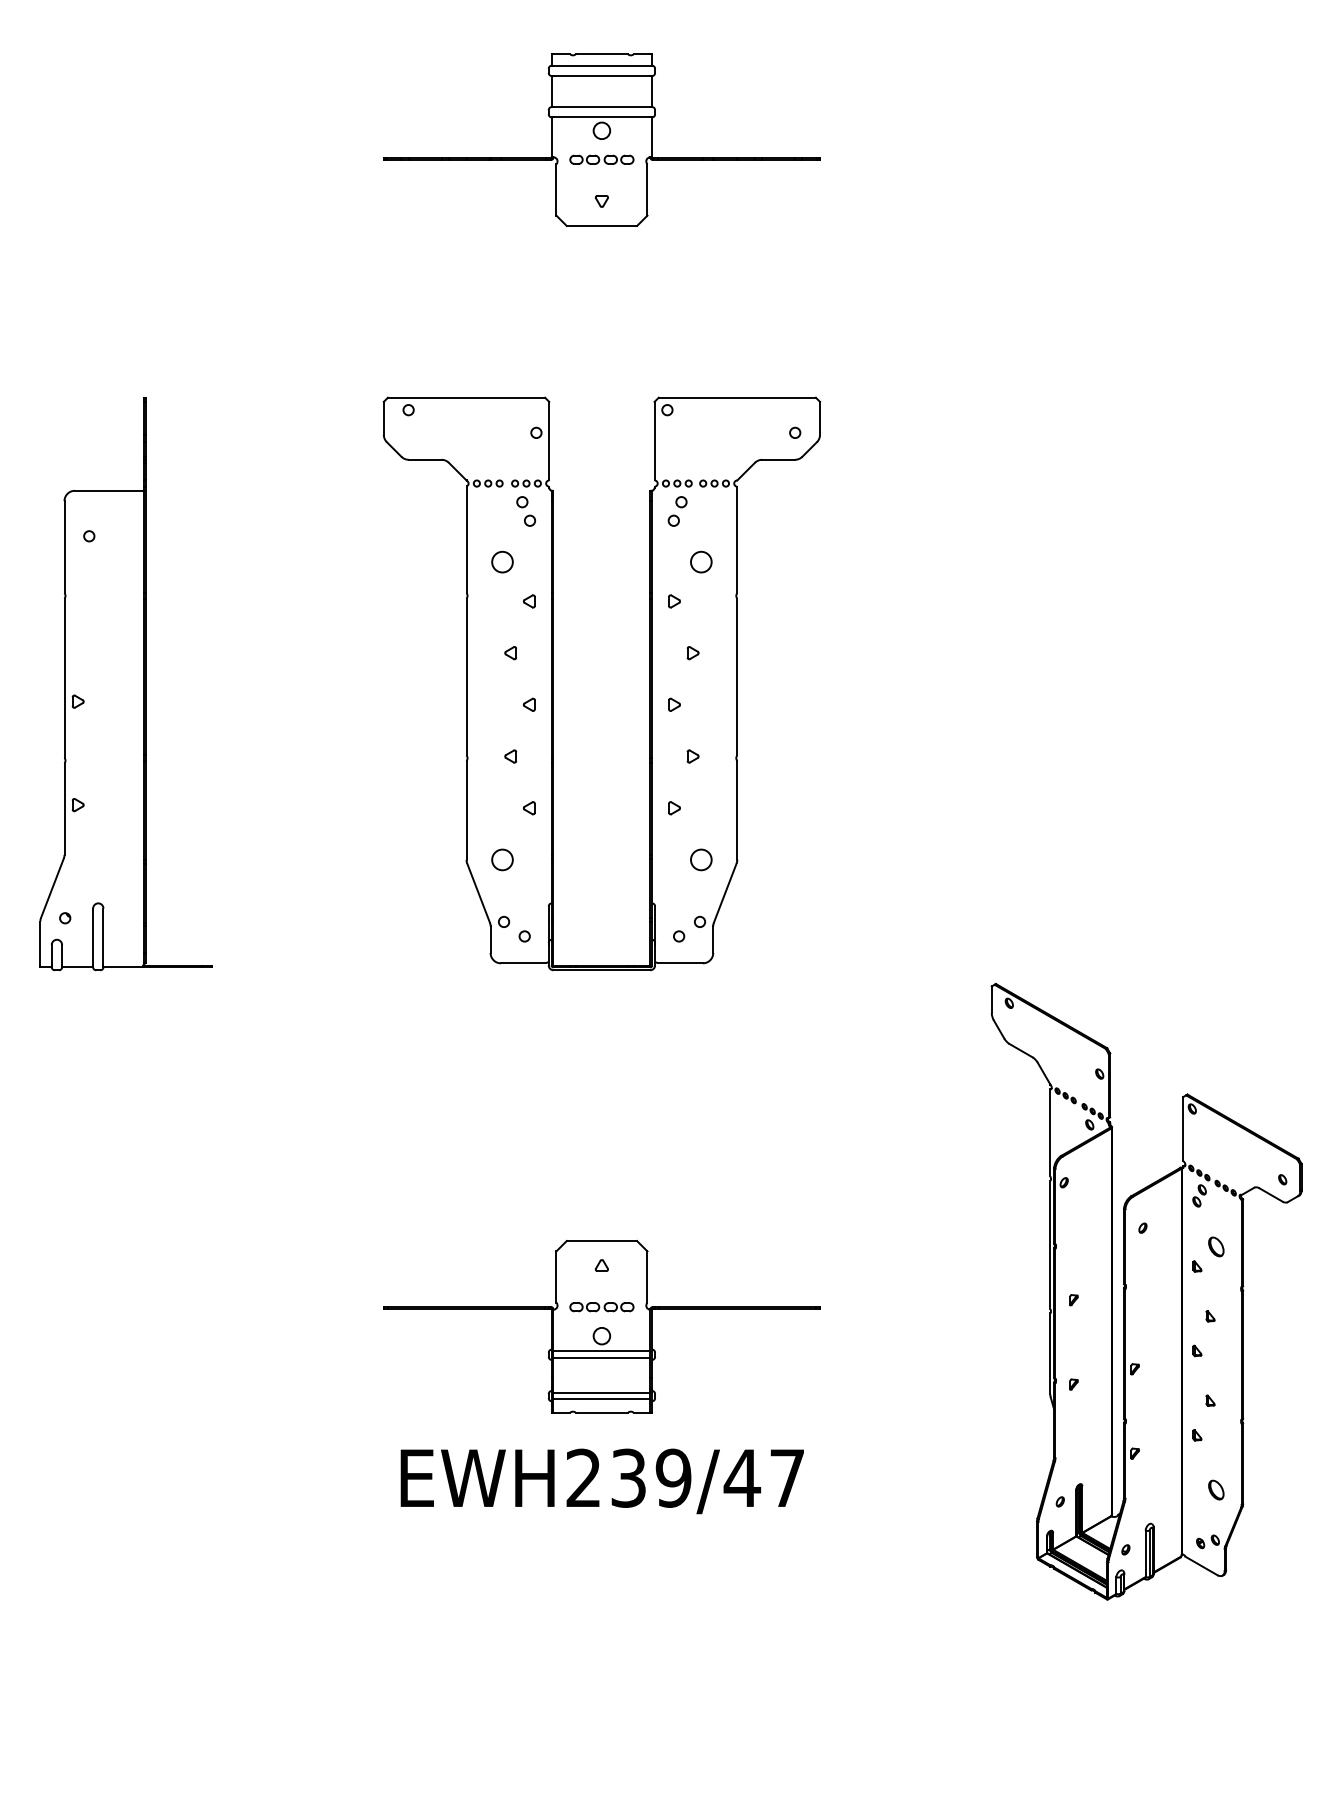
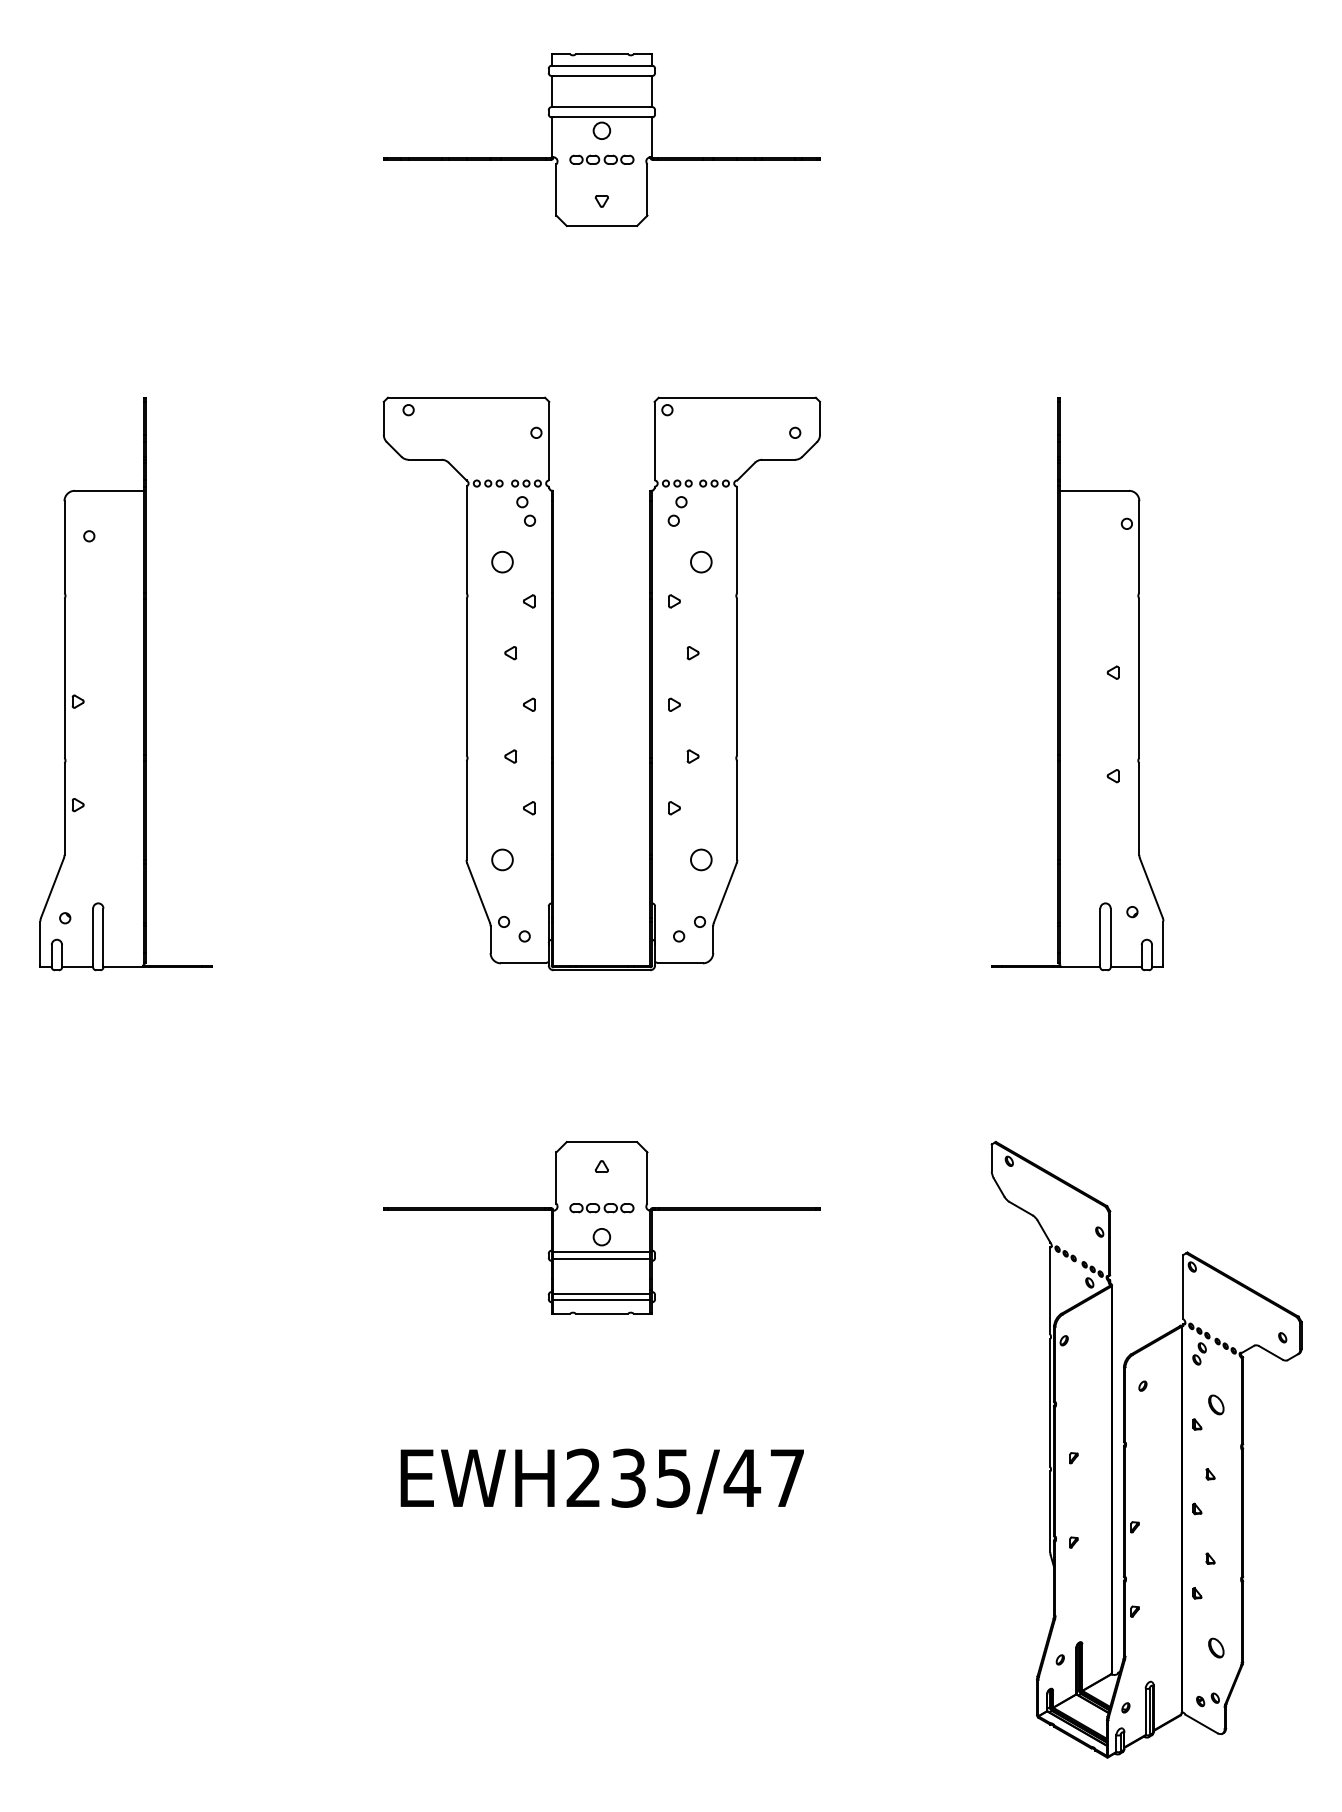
part at (1077, 684): none -> present
part at (1146, 1291) position: (1146, 1291) -> (1146, 1449)
part at (601, 1326) position: (601, 1326) -> (601, 1227)
text at (673, 1477): EWH239/47 -> EWH235/47
